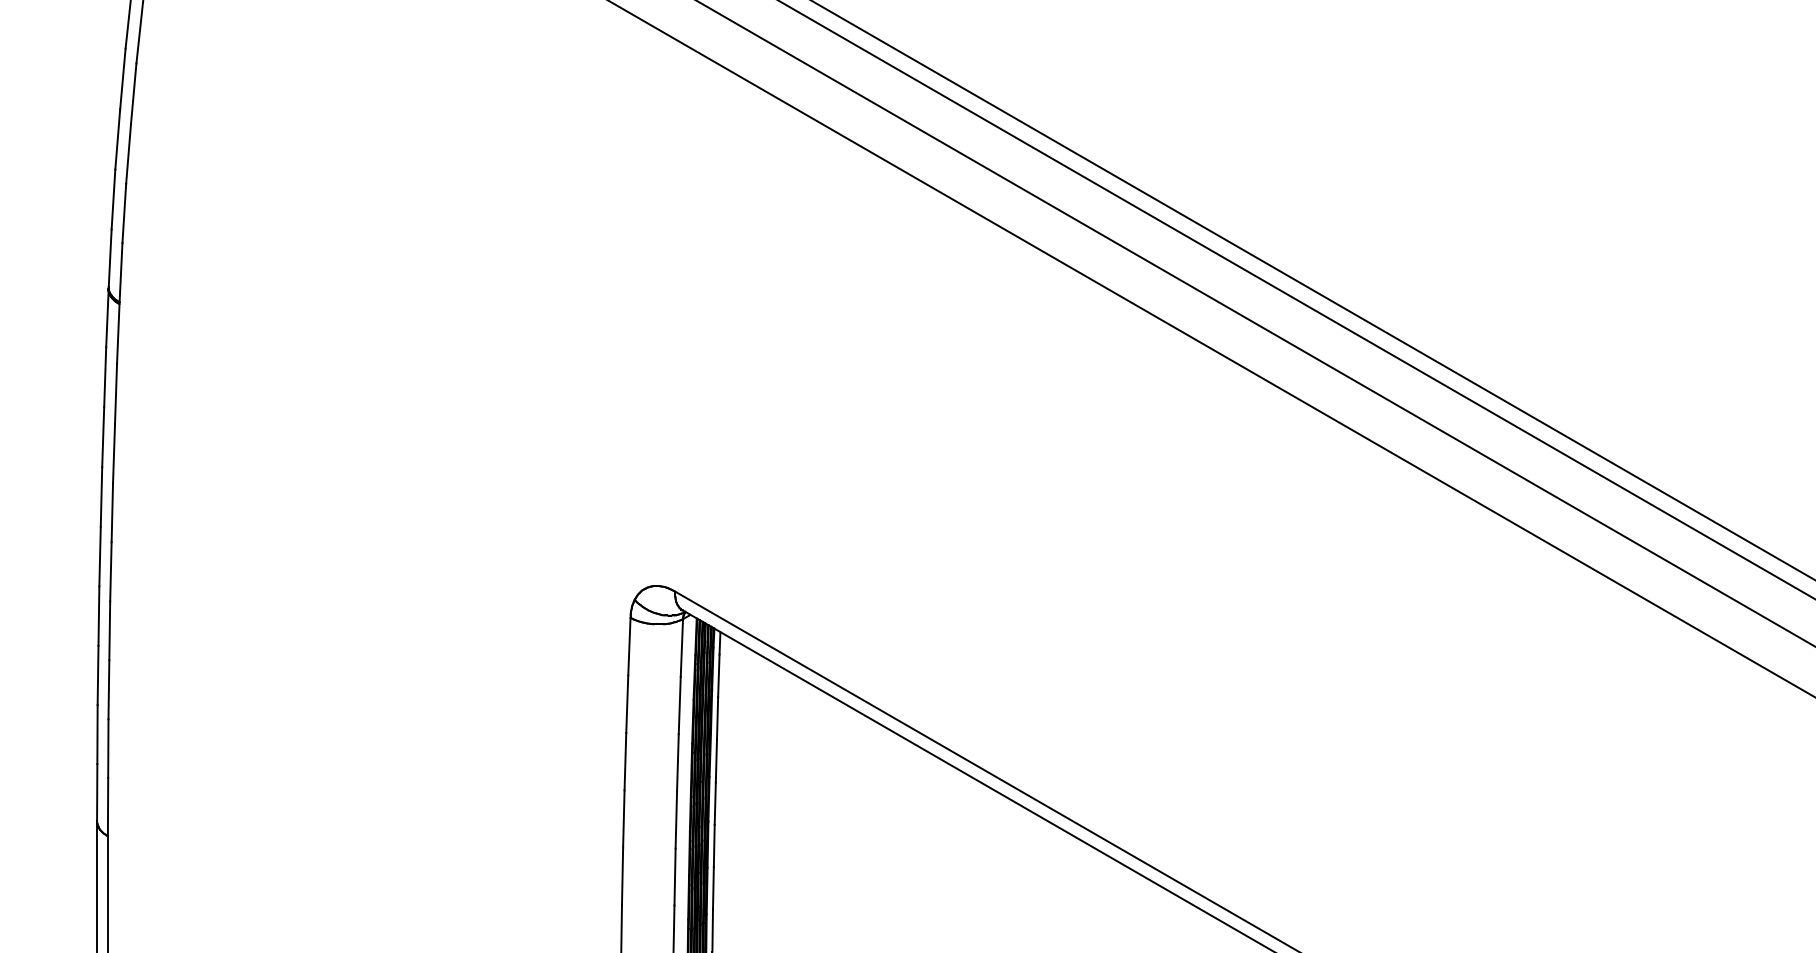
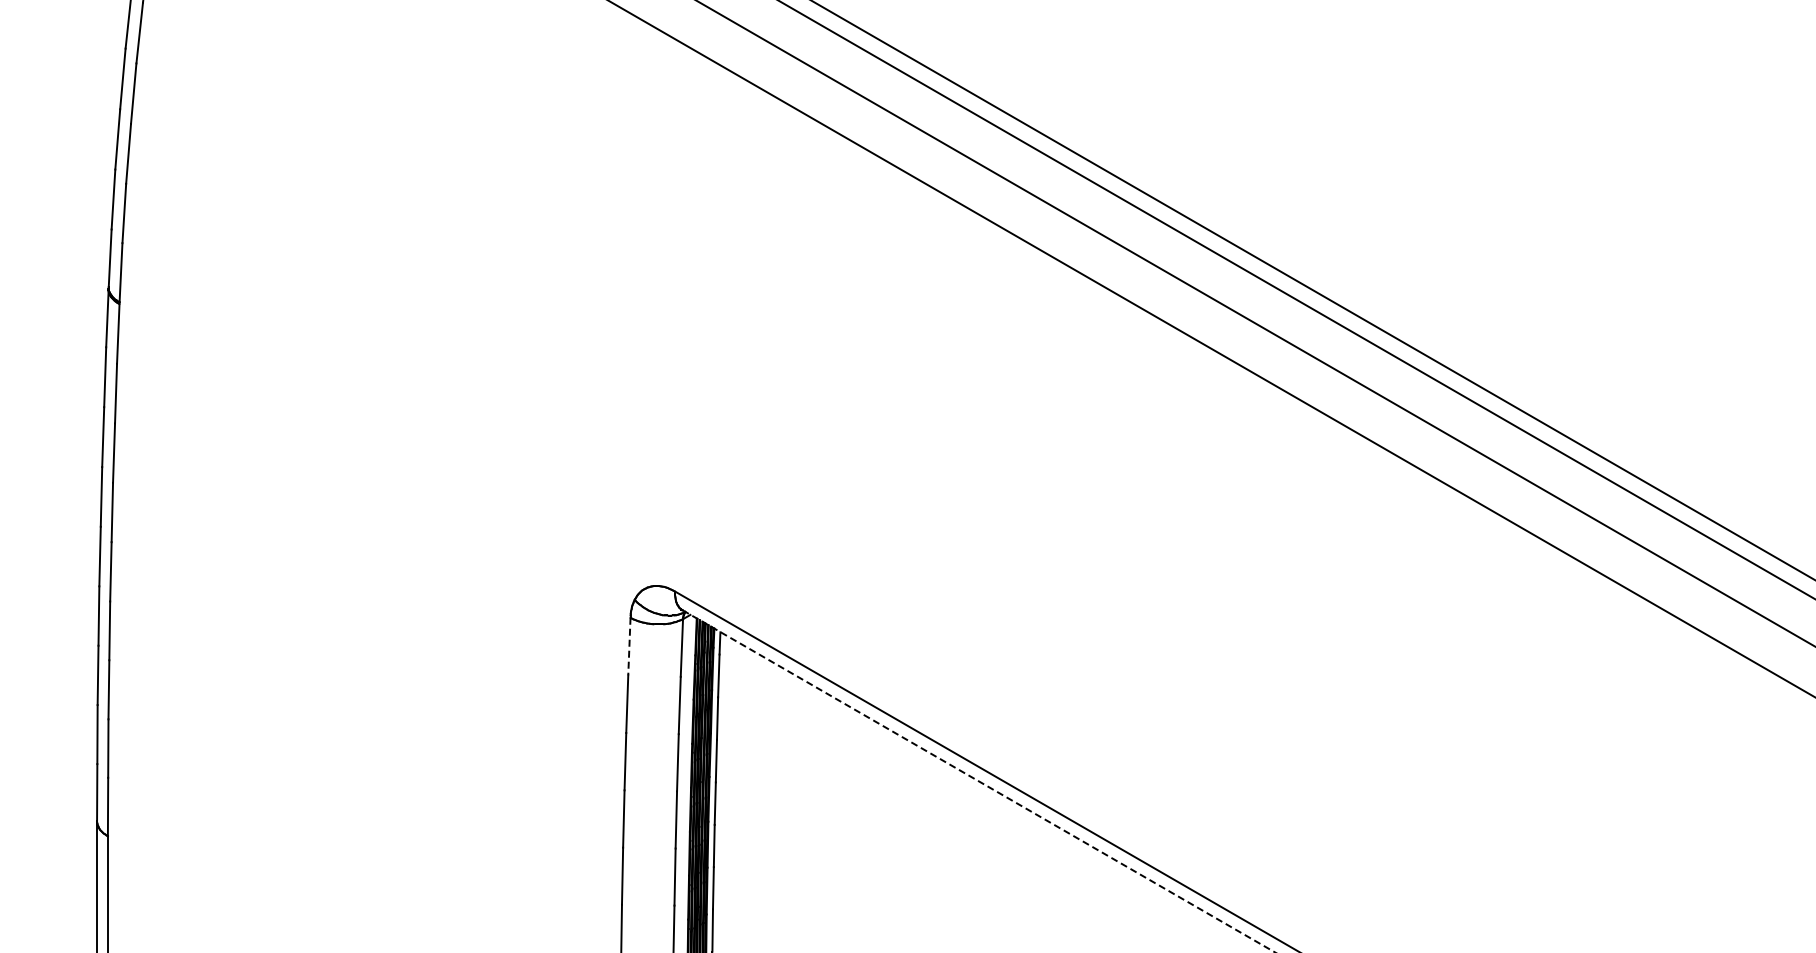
line at (629, 646): solid -> dashed
line at (979, 781): solid -> dashed
